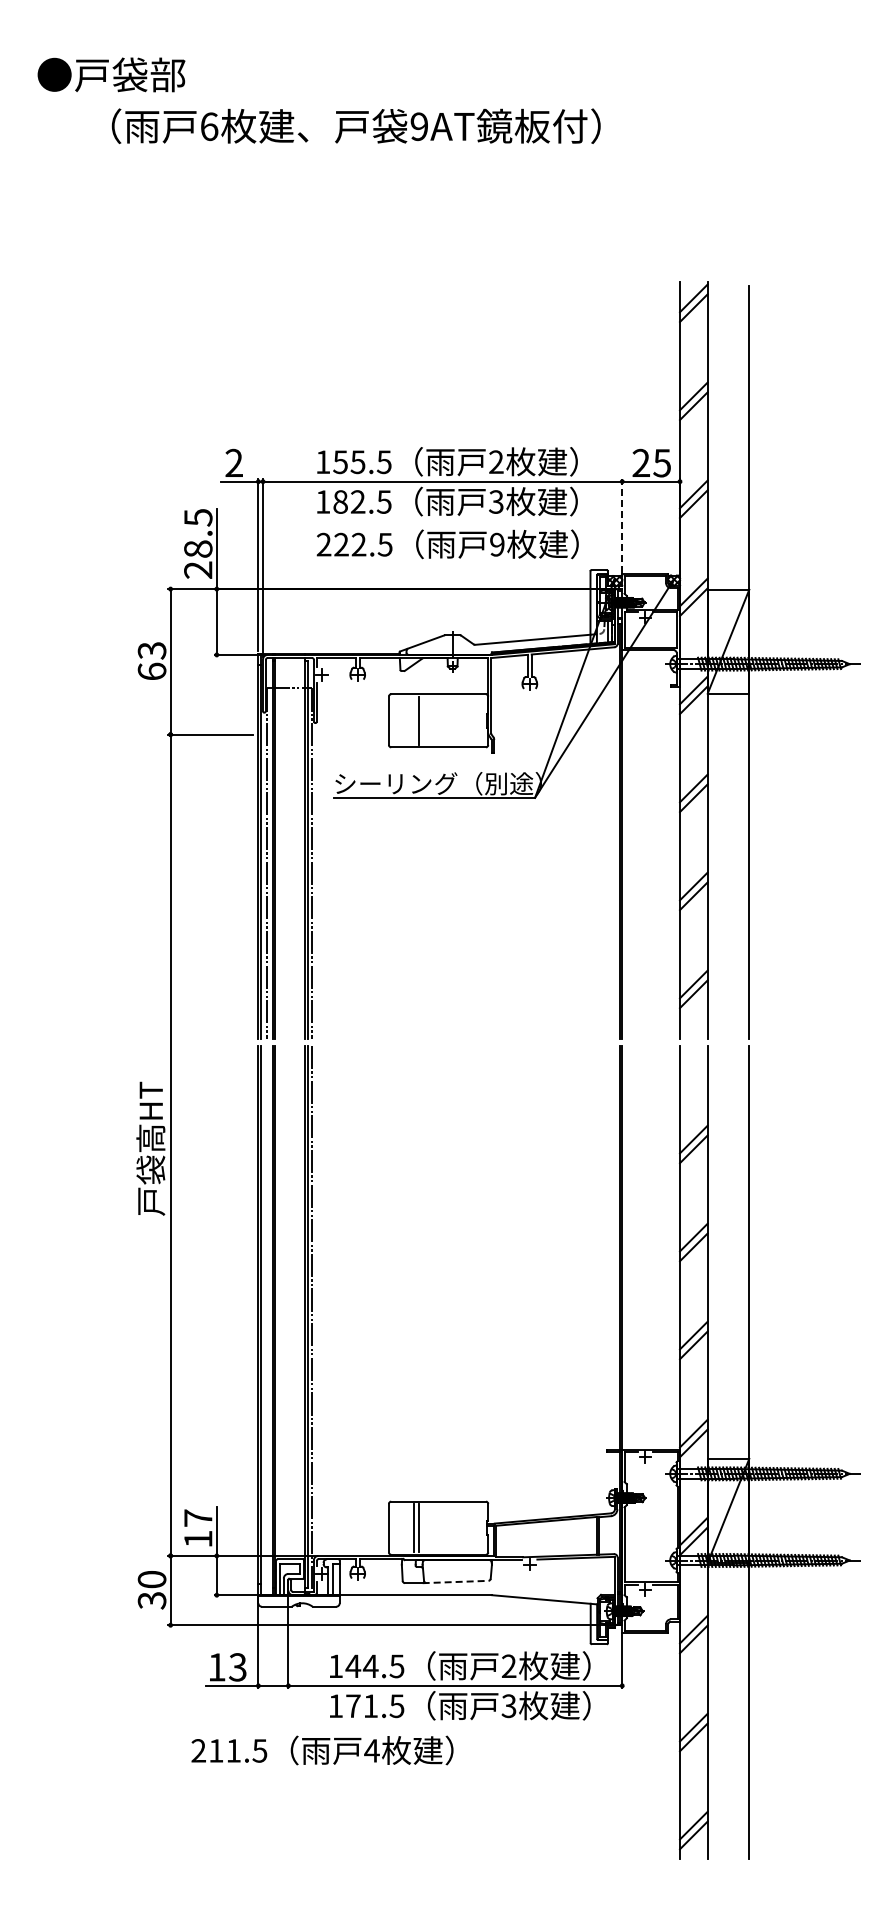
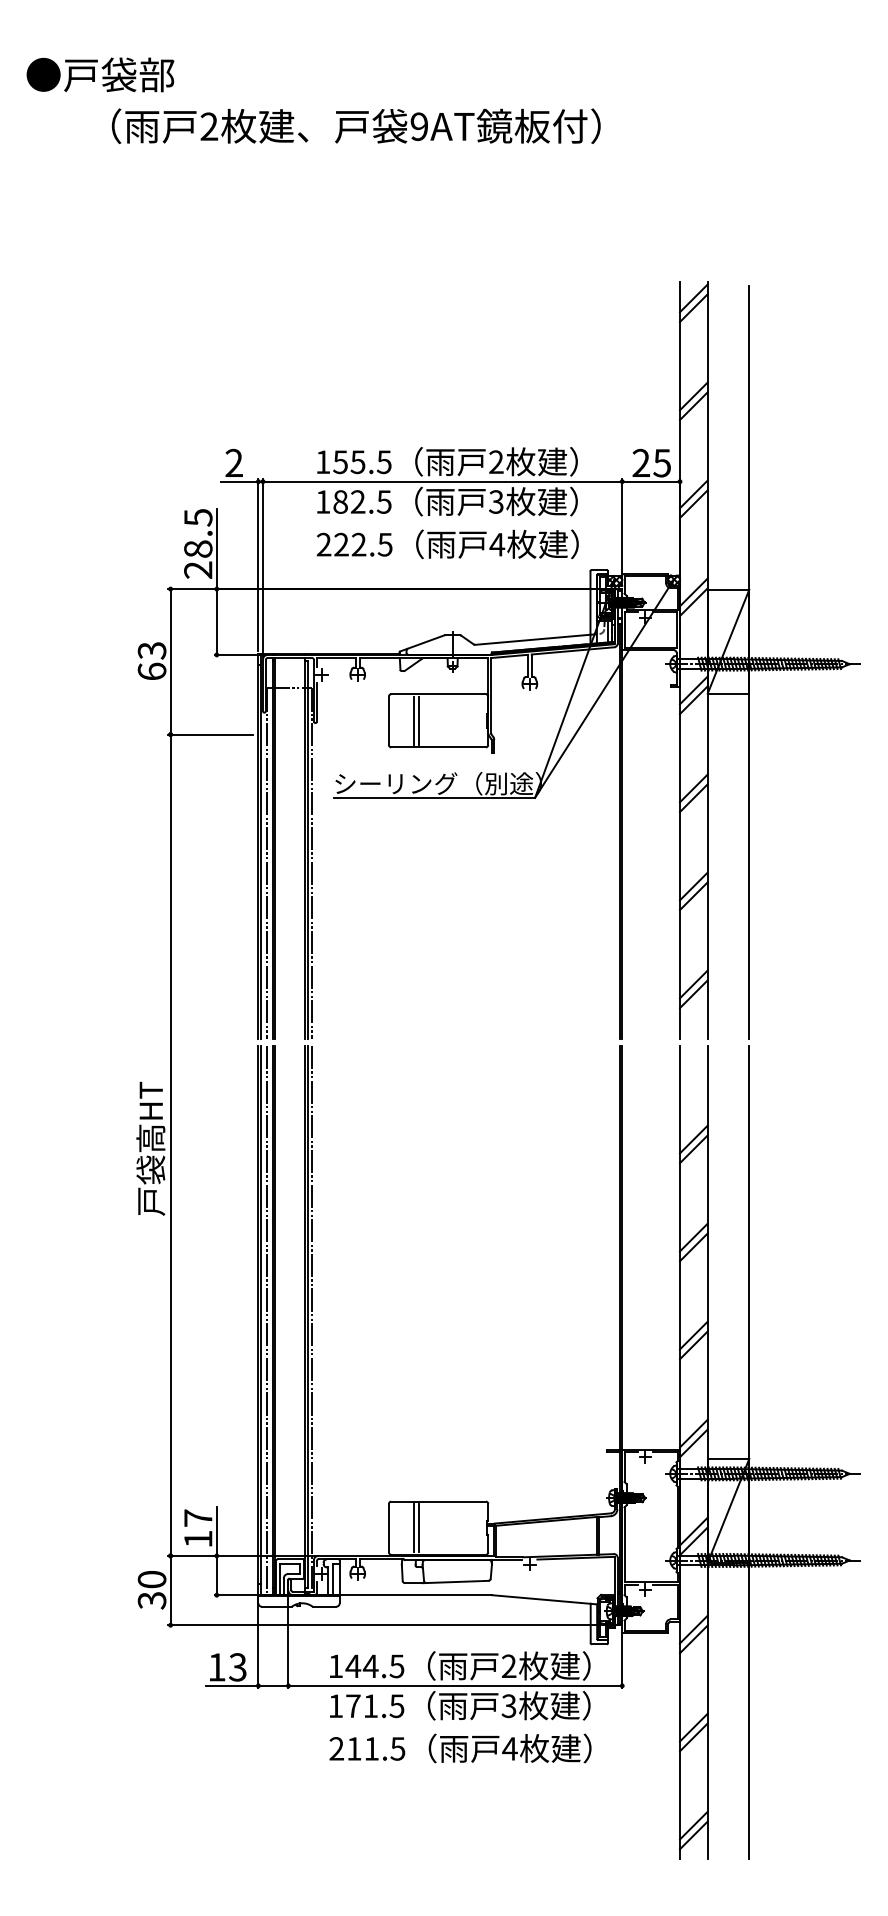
text at (111, 74) position: (111, 74) -> (100, 74)
text at (209, 126): 6 -> 2
line at (622, 526): dashed -> solid
text at (497, 544): 9 -> 4
line at (413, 720): none -> present
line at (267, 1320): none -> present
line at (455, 1582): dashed -> solid
text at (322, 1750) position: (322, 1750) -> (460, 1748)
